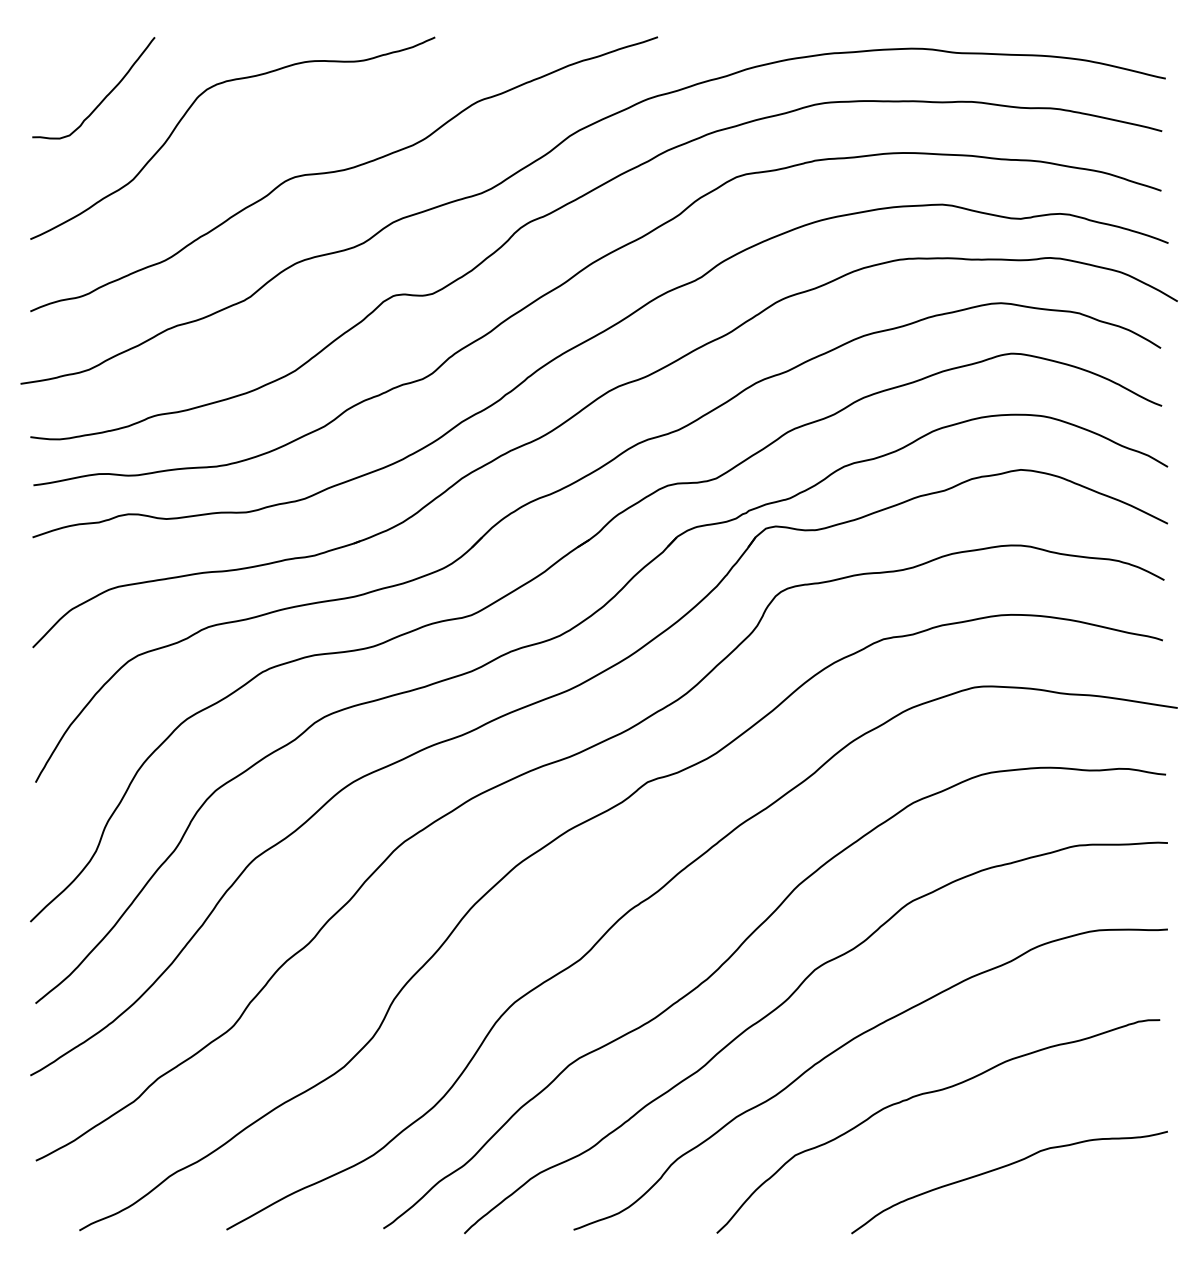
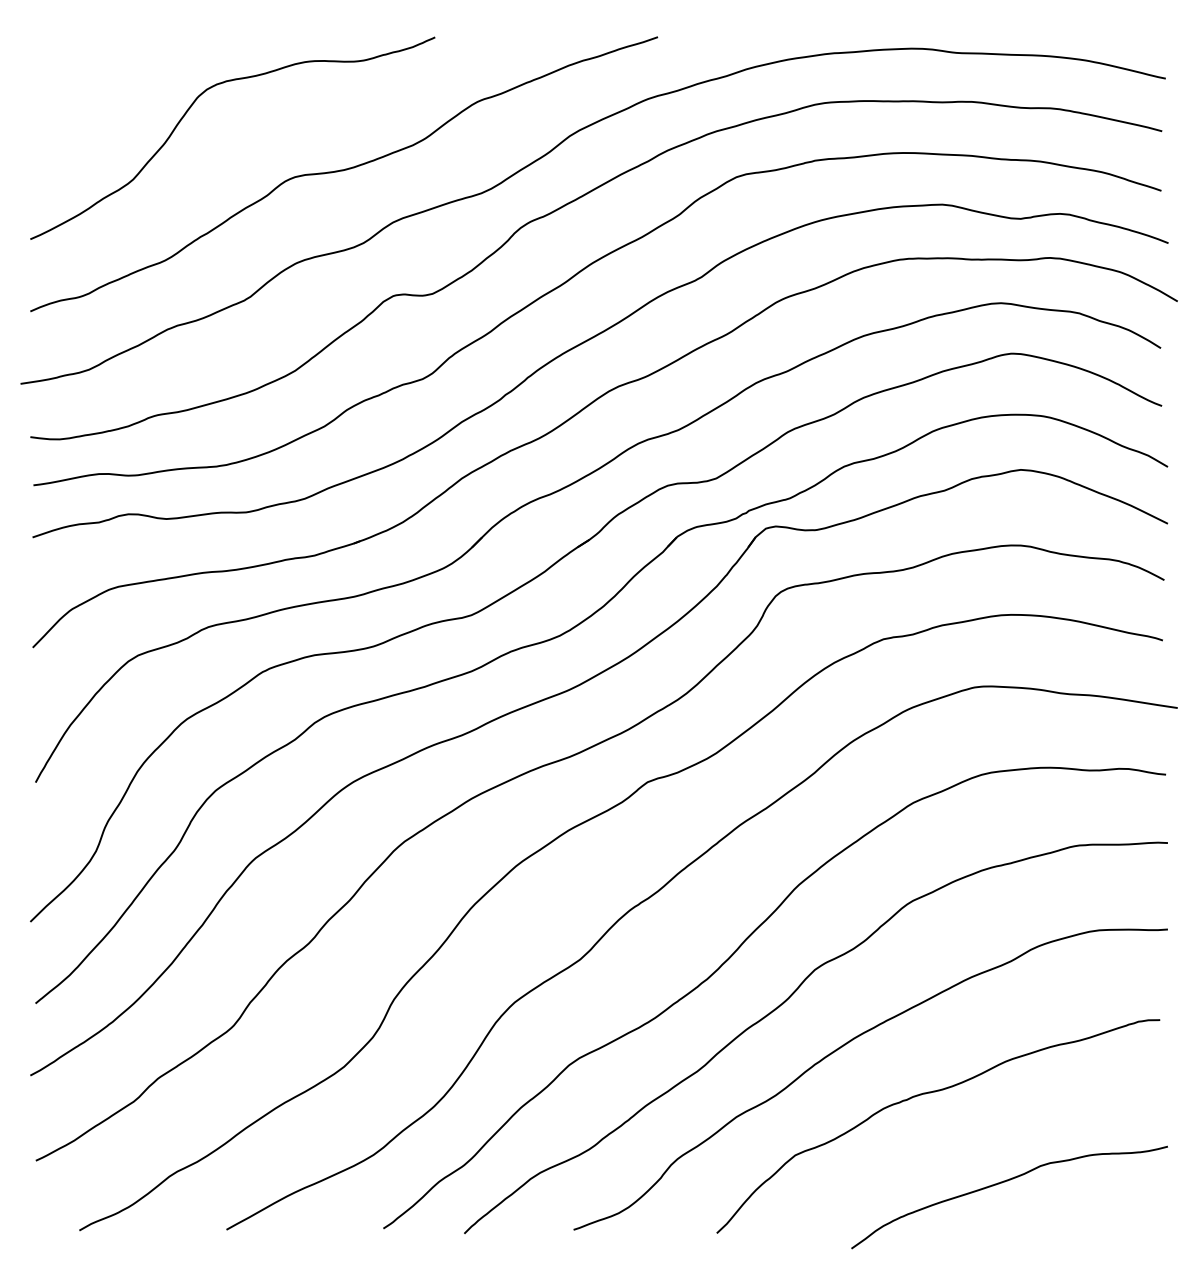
curve at (103, 98): present -> none
curve at (1005, 1167) position: (1005, 1167) -> (1005, 1182)
